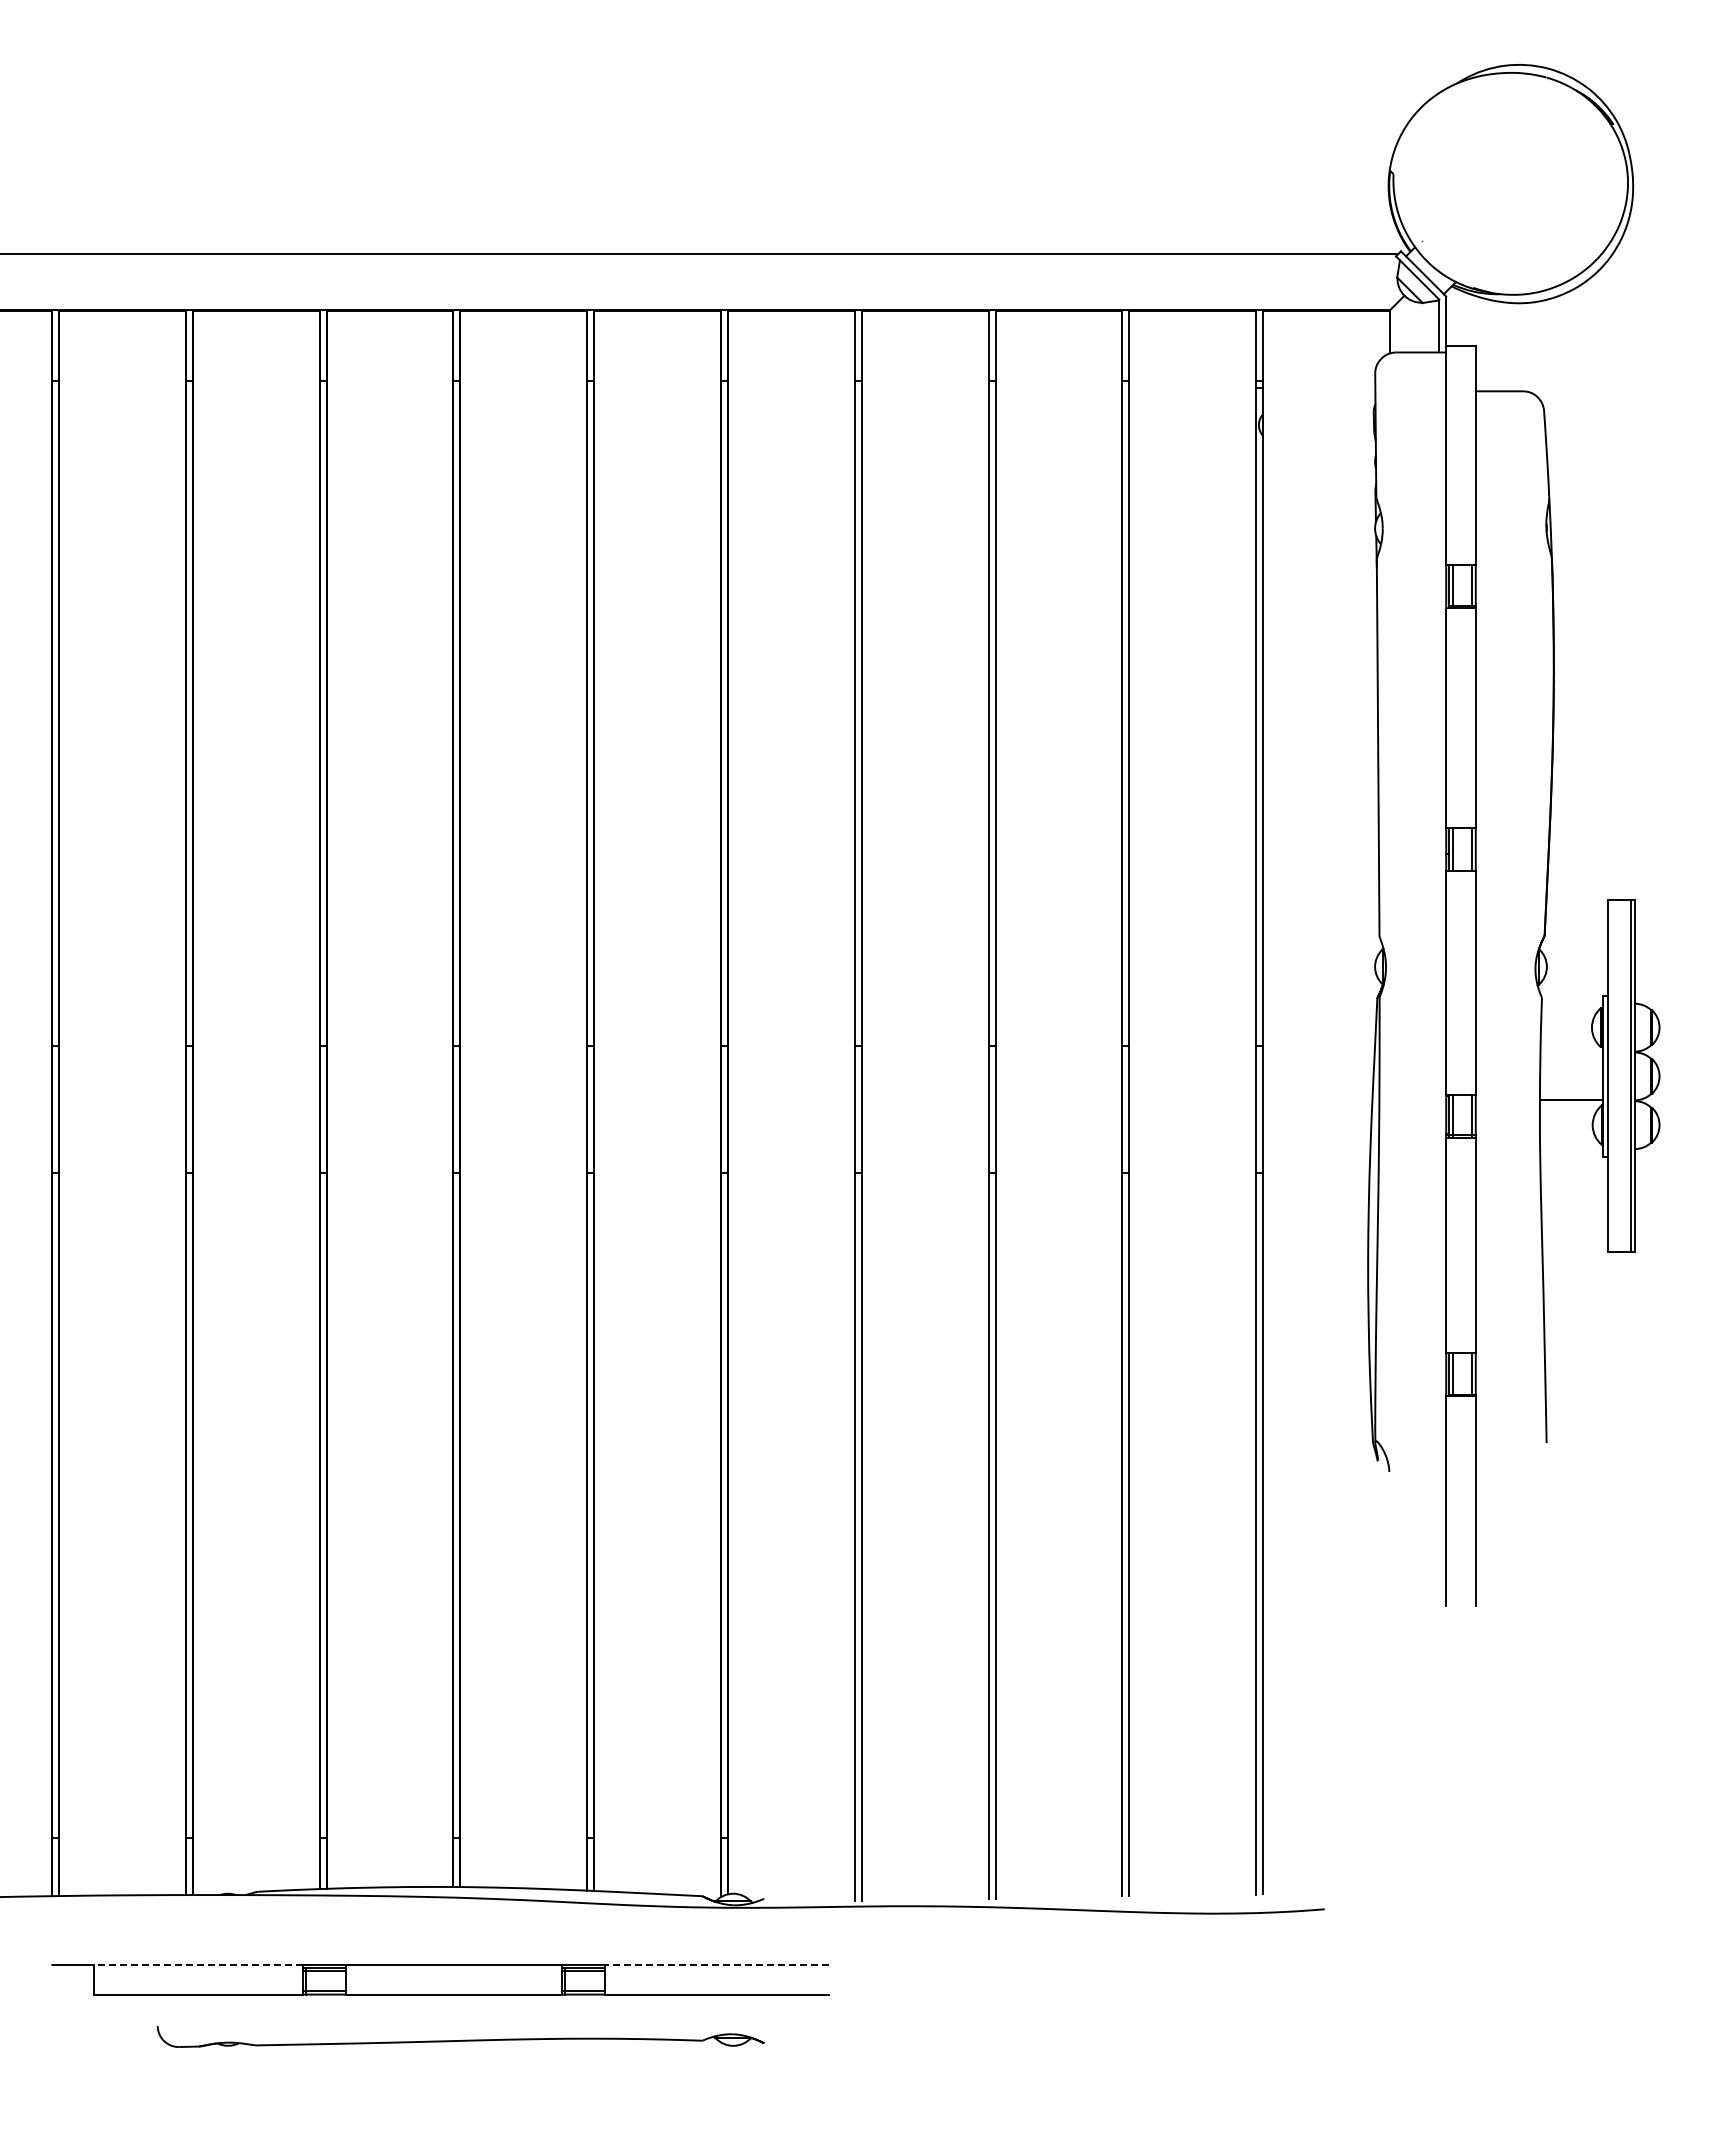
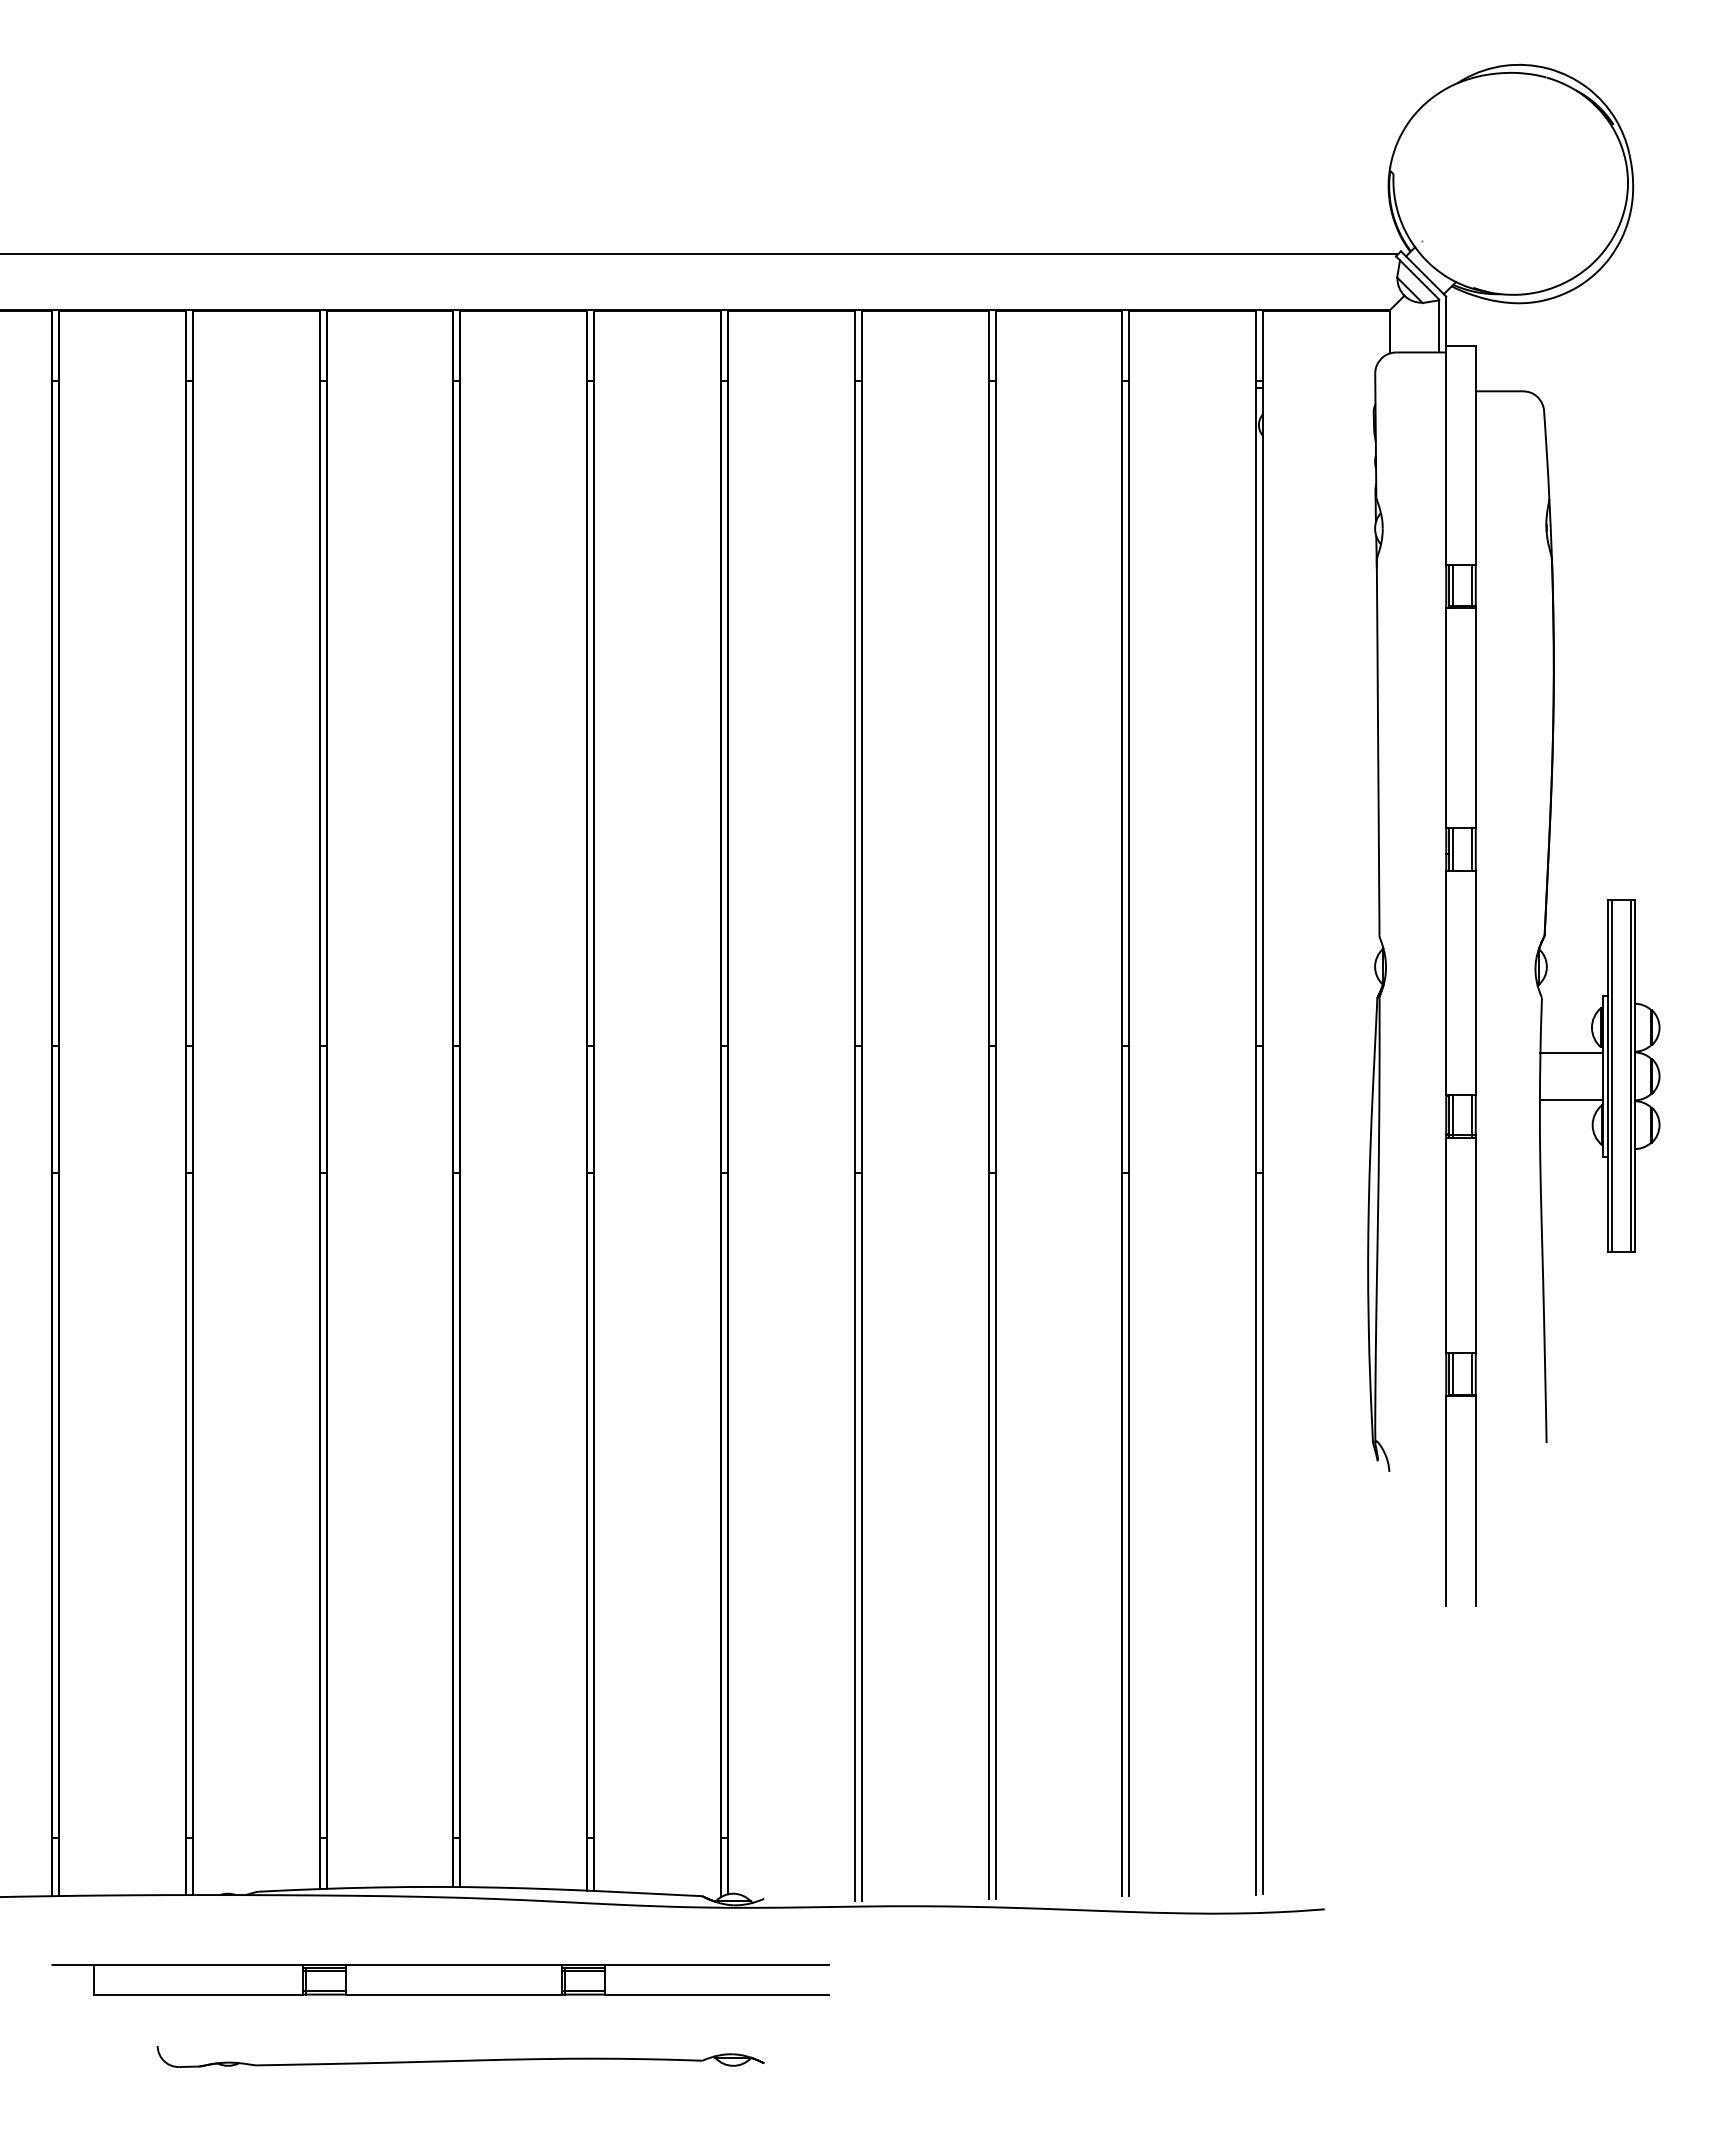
line at (1571, 1052): none -> present
line at (1611, 1076): none -> present
line at (197, 1965): dashed -> solid
line at (716, 1965): dashed -> solid
part at (460, 2036) position: (460, 2036) -> (460, 2056)
